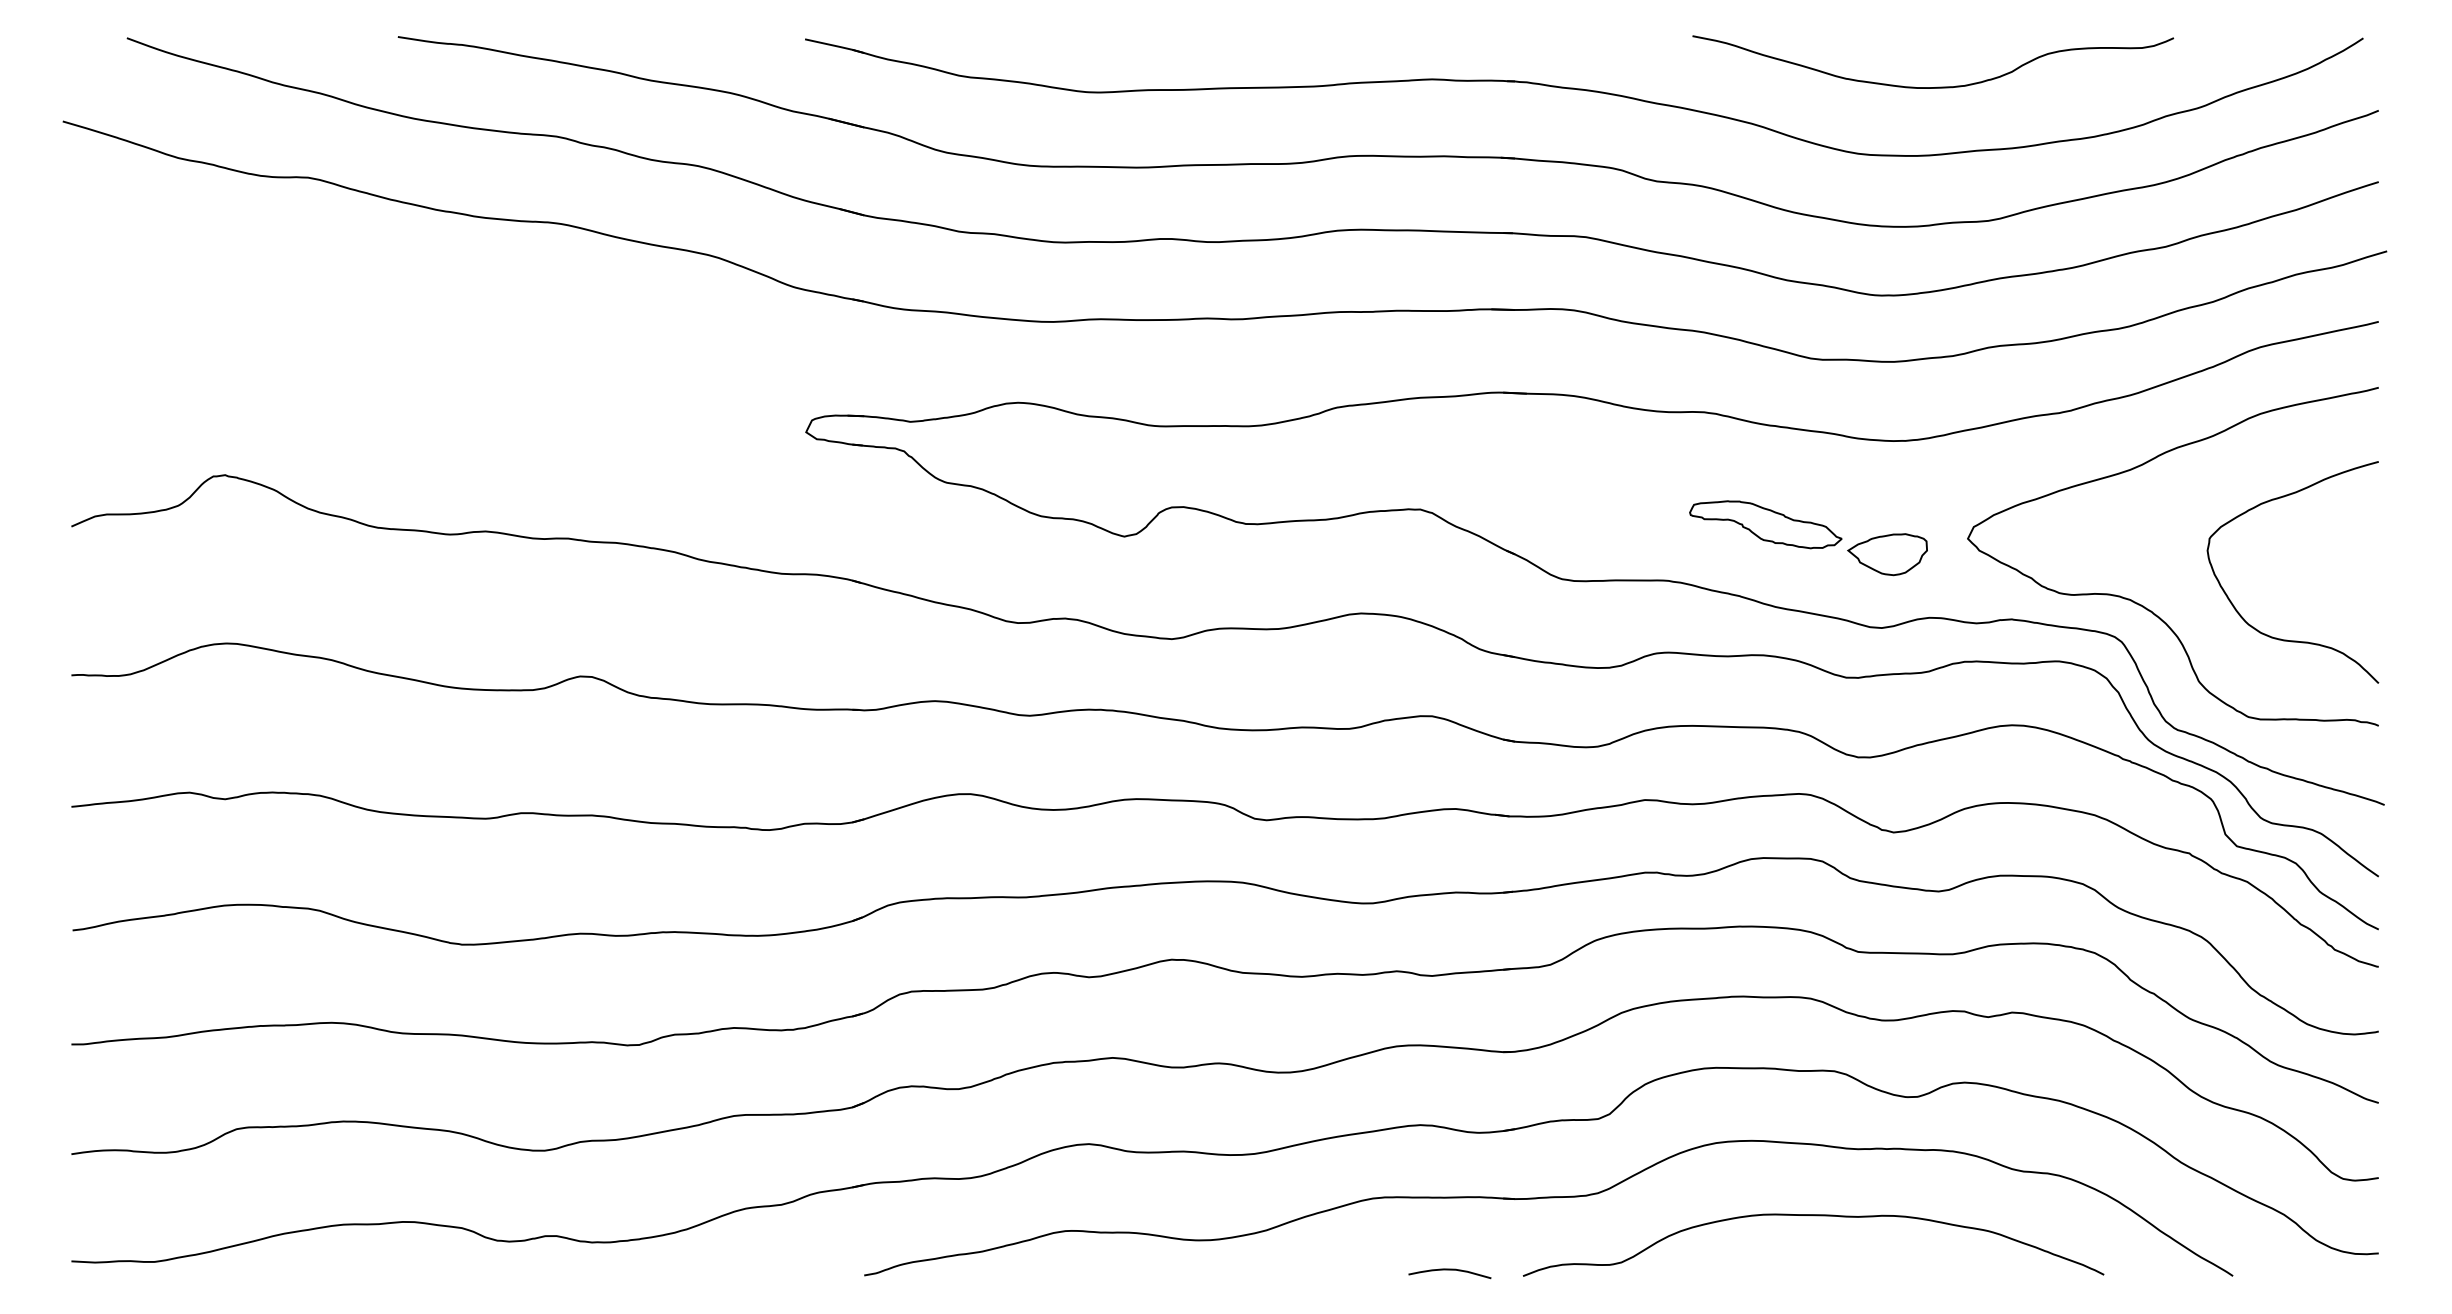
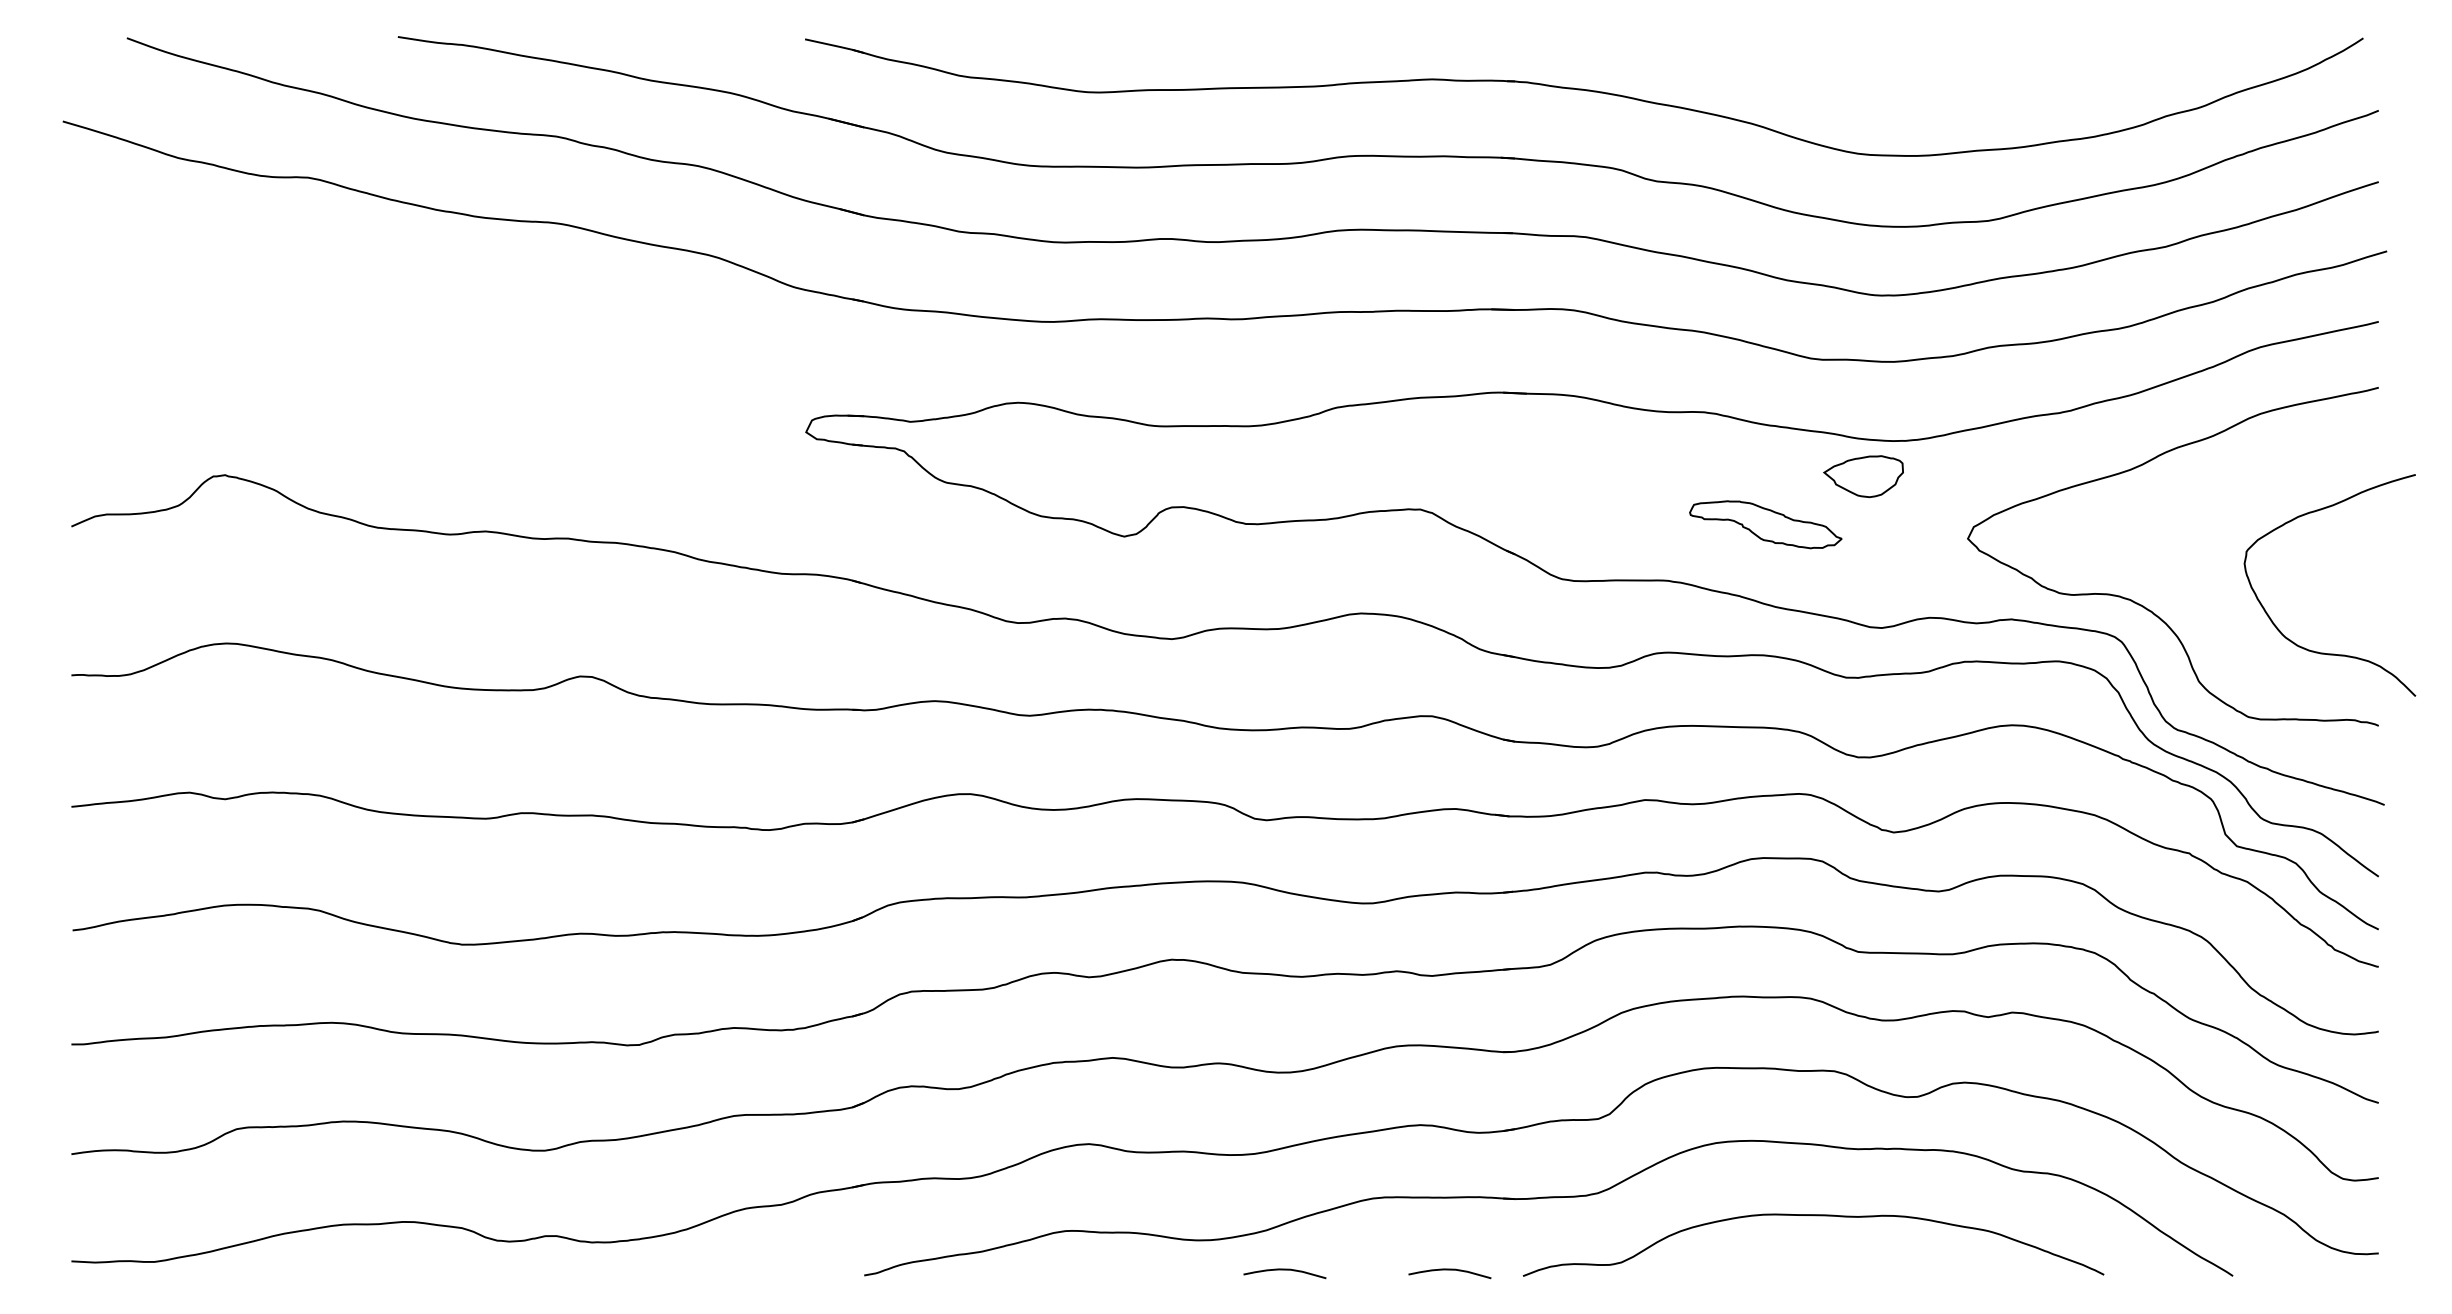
curve at (1937, 86): present -> none
part at (1887, 554) position: (1887, 554) -> (1863, 476)
curve at (2239, 612) position: (2239, 612) -> (2276, 625)
curve at (1284, 1270): none -> present
